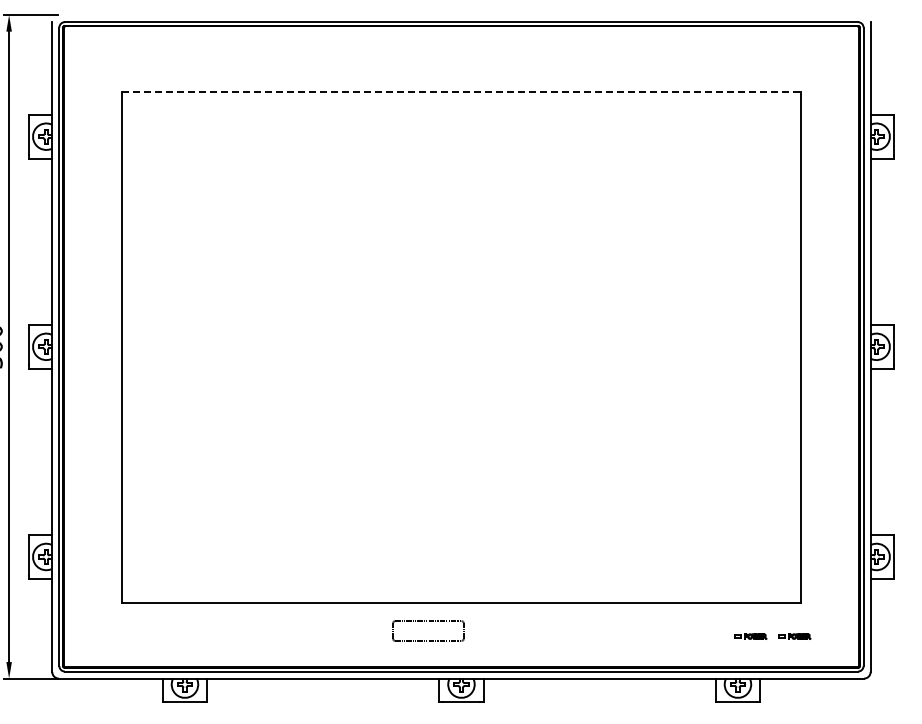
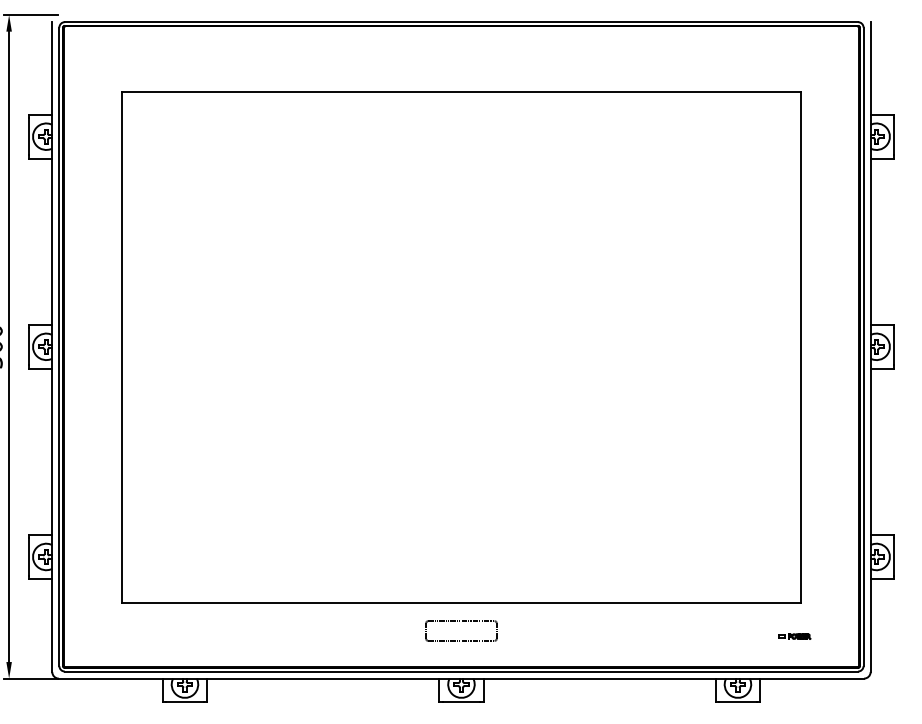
line at (461, 91): dashed -> solid
part at (429, 621) position: (429, 621) -> (462, 621)
part at (750, 636): present -> none
